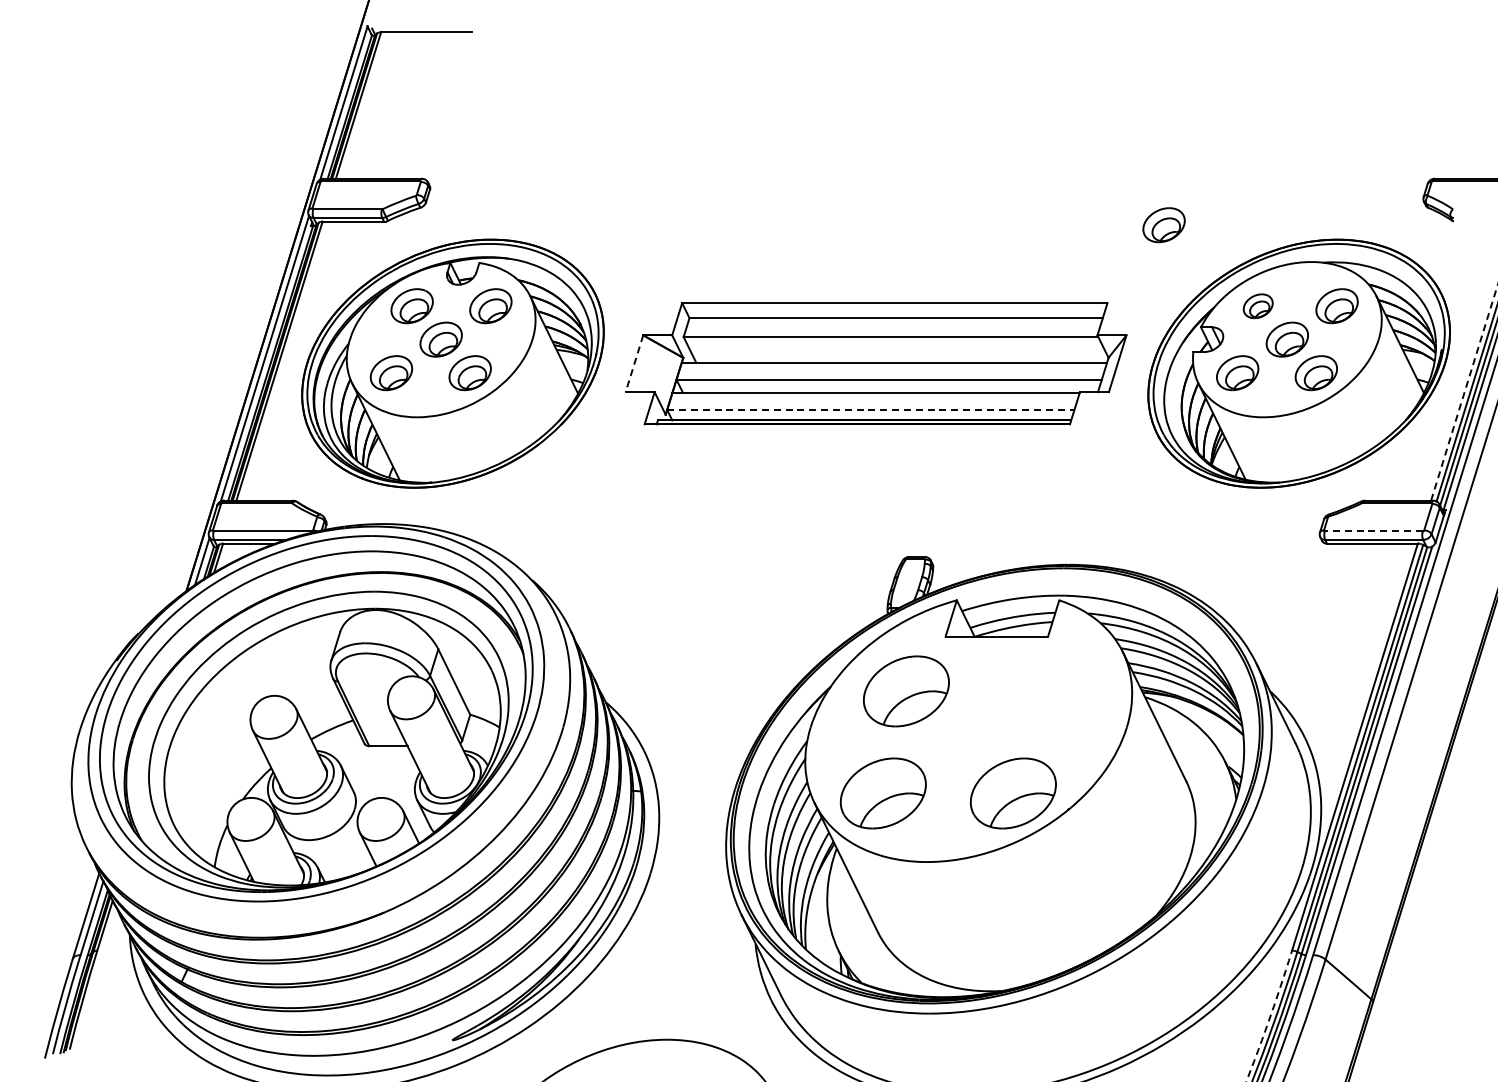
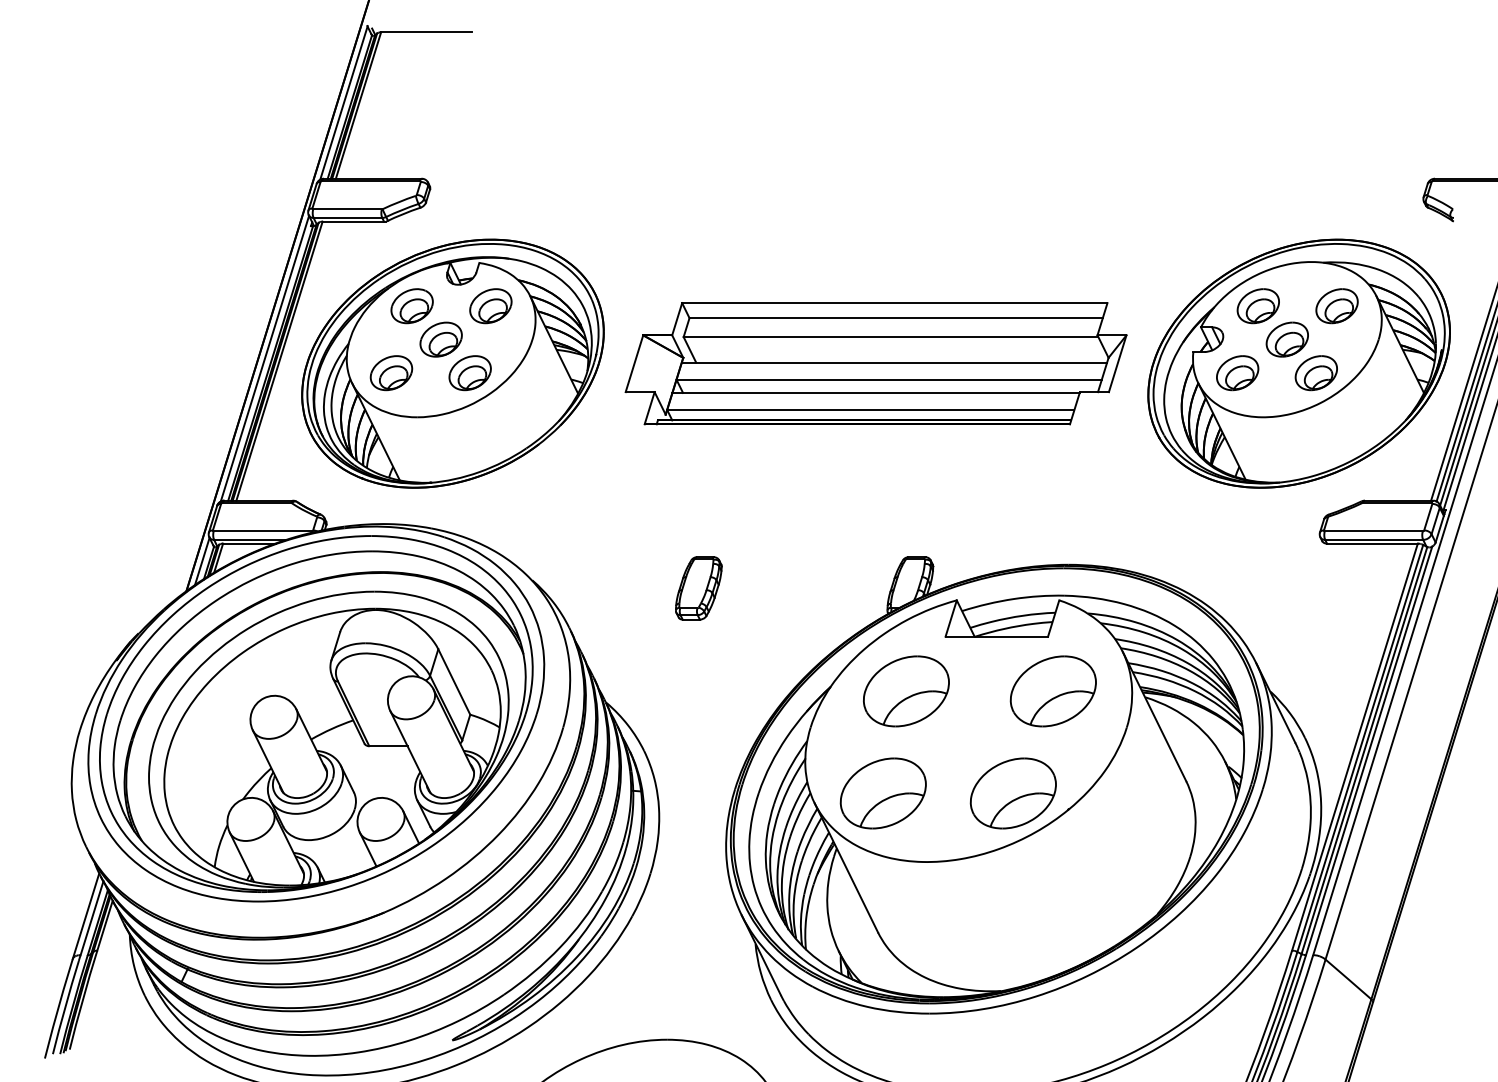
part at (1163, 225): present -> none
part at (1257, 306) size: 32x27 px -> 44x37 px
line at (634, 363): dashed -> solid
line at (1464, 392): dashed -> solid
line at (870, 409): dashed -> solid
line at (1373, 531): dashed -> solid
part at (698, 588): none -> present
part at (1052, 691): none -> present
arc at (1270, 1016): dashed -> solid
